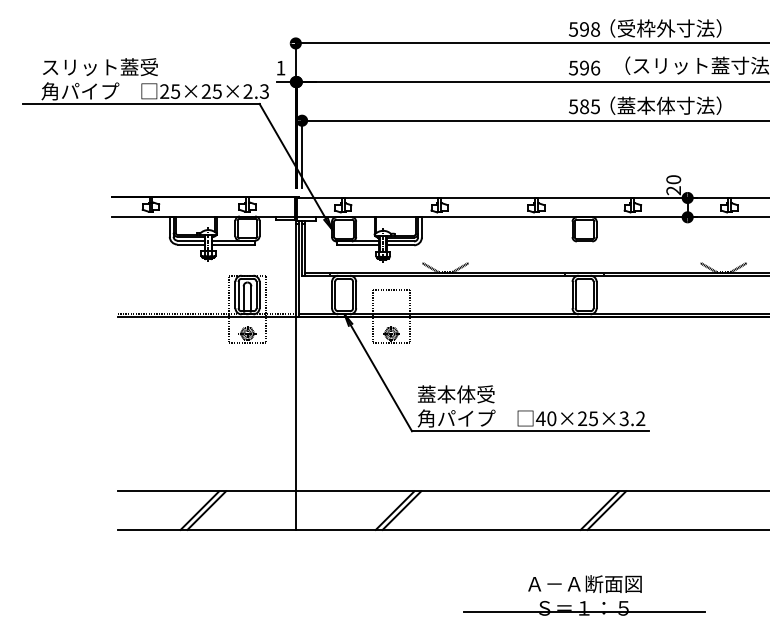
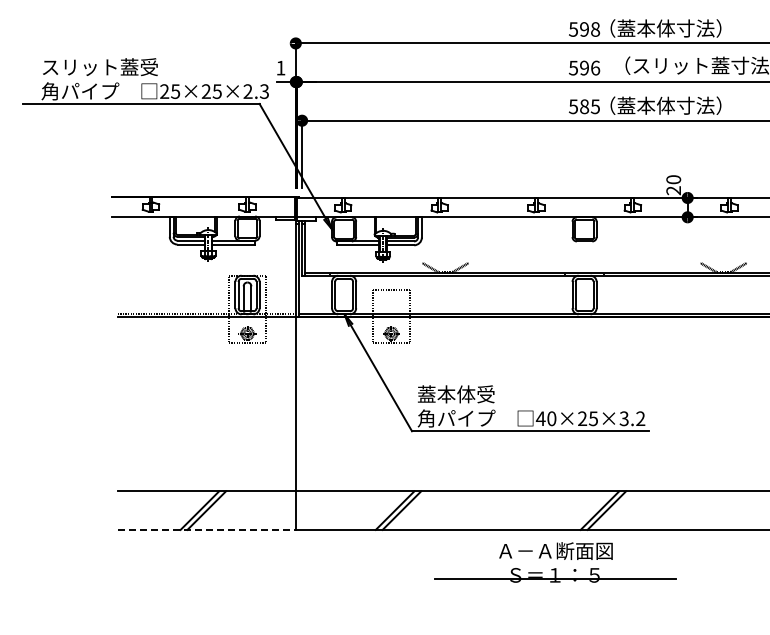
text at (646, 28): （受枠外寸法） -> （蓋本体寸法）
line at (206, 529): solid -> dashed
part at (584, 595) position: (584, 595) -> (555, 562)
